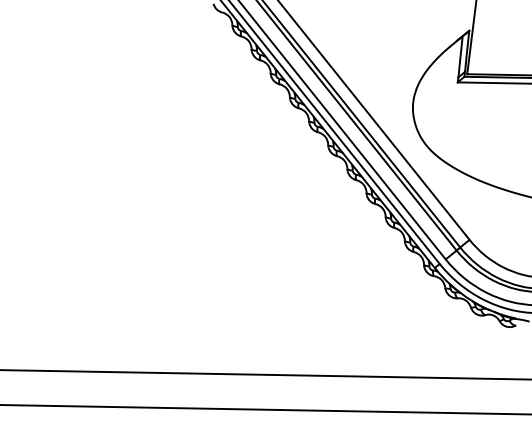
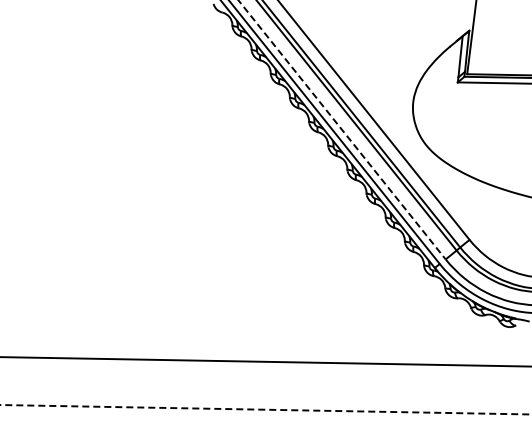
line at (342, 129): solid -> dashed
line at (265, 374) position: (265, 374) -> (265, 361)
line at (265, 409): solid -> dashed
